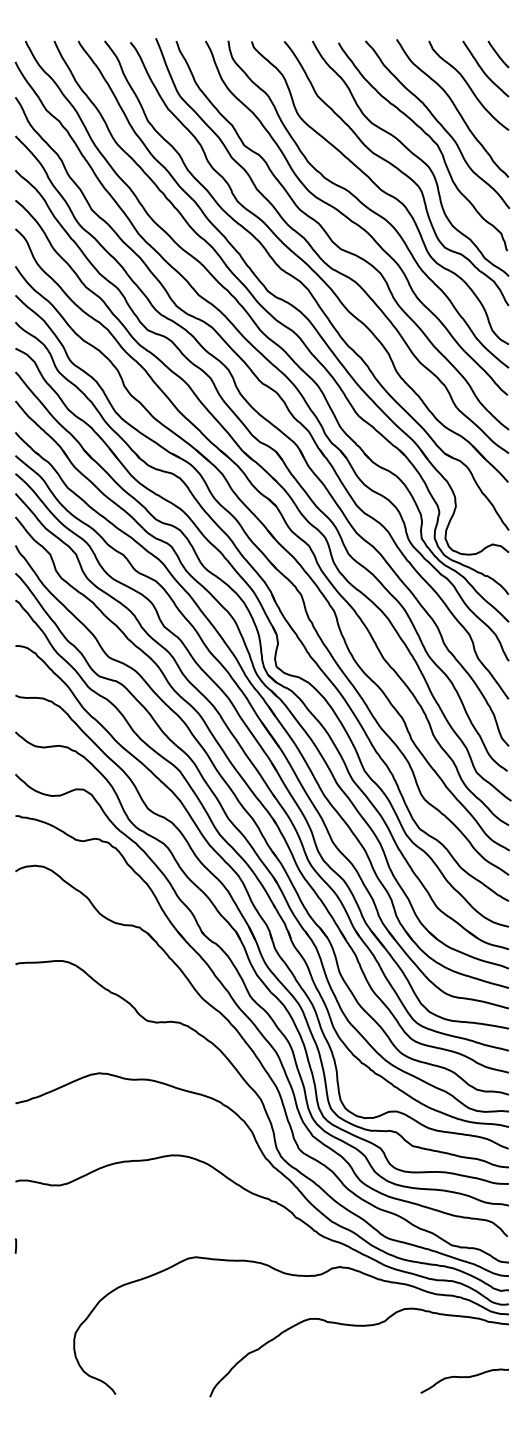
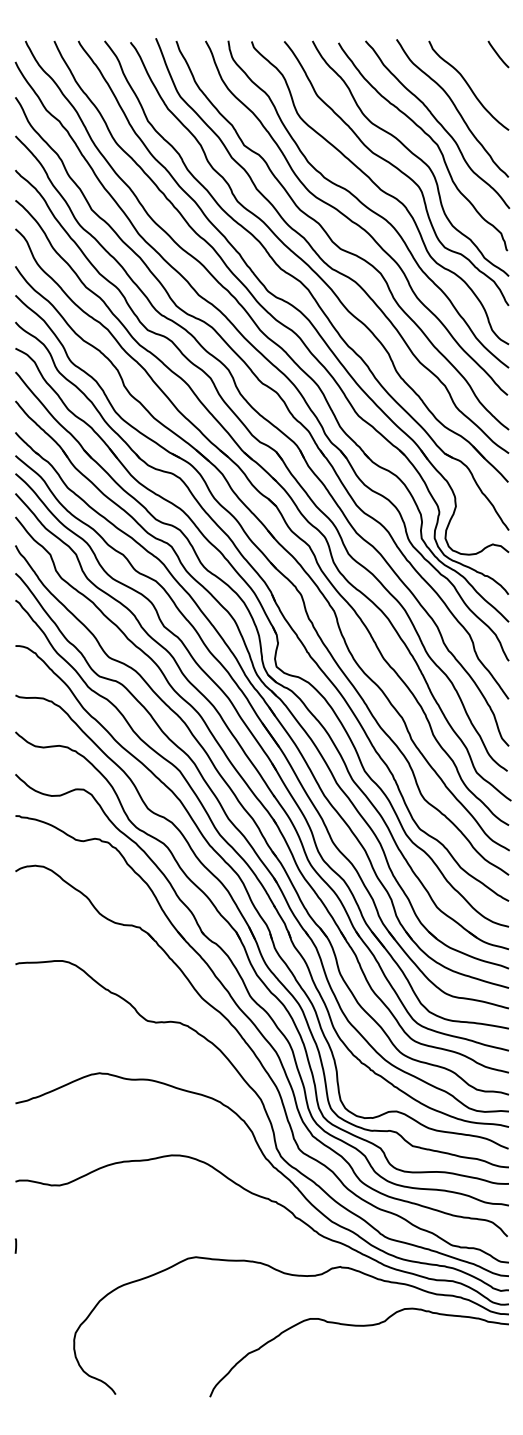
curve at (483, 69): present -> none
curve at (462, 1378): present -> none
